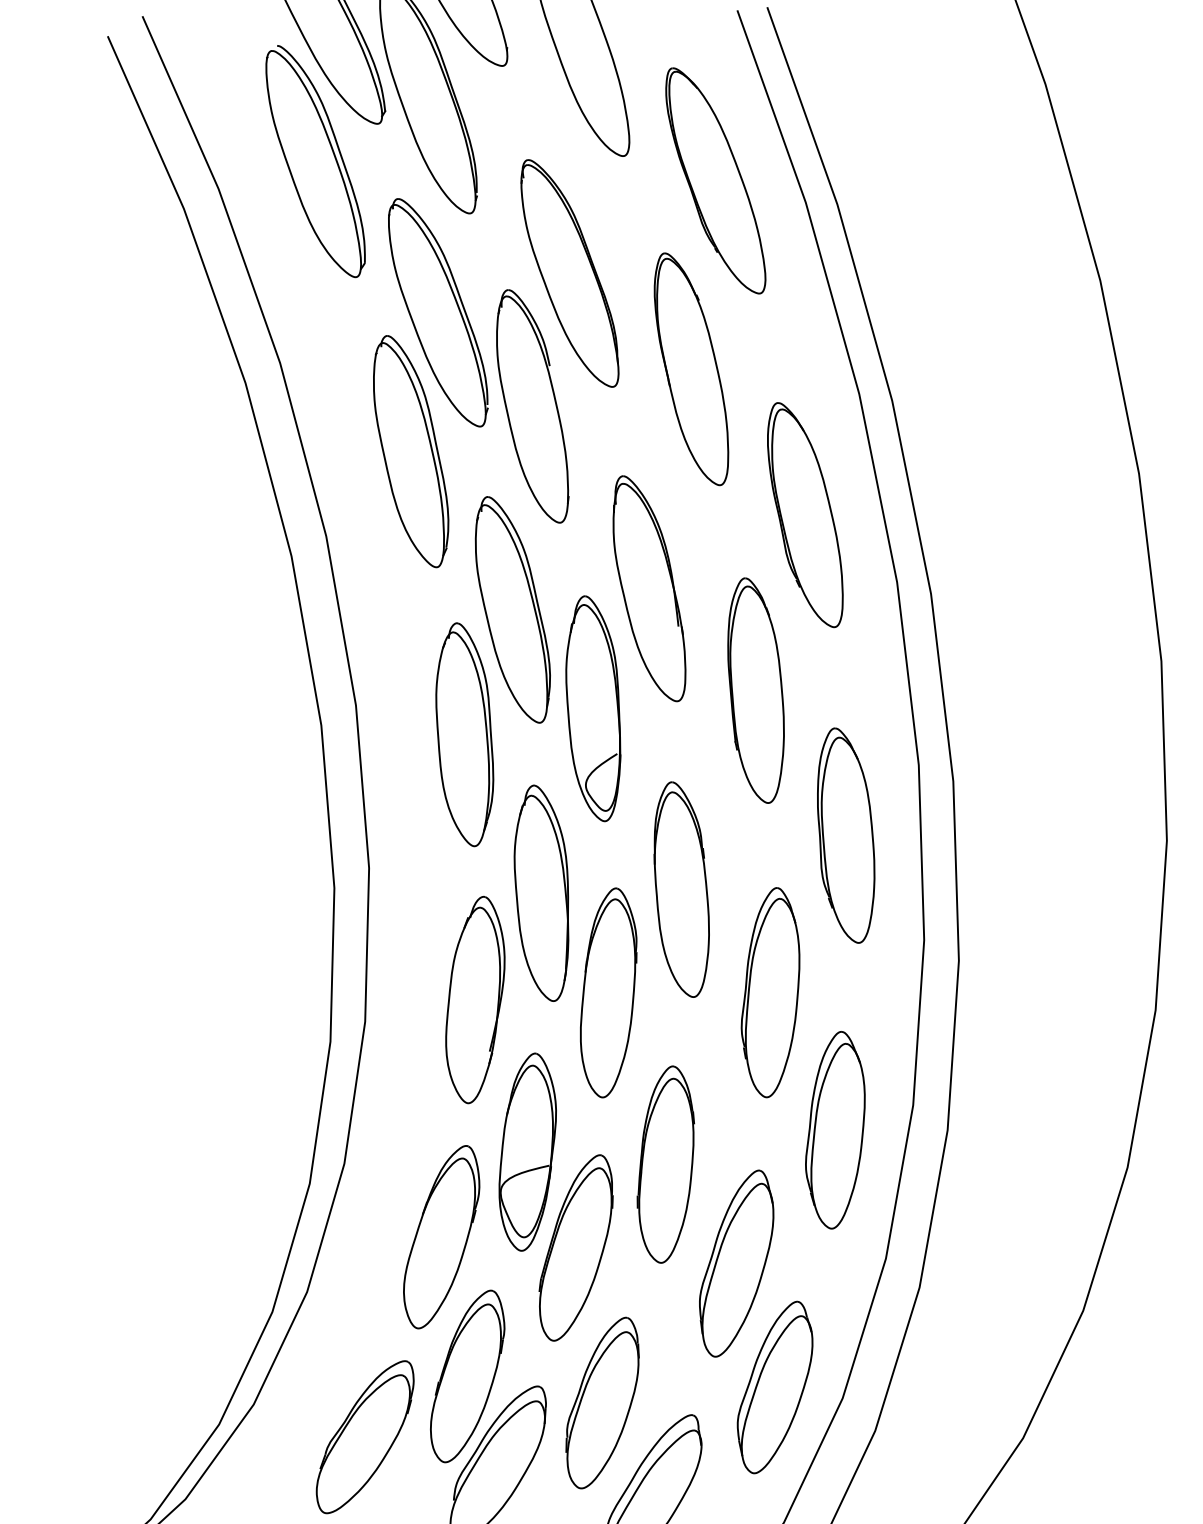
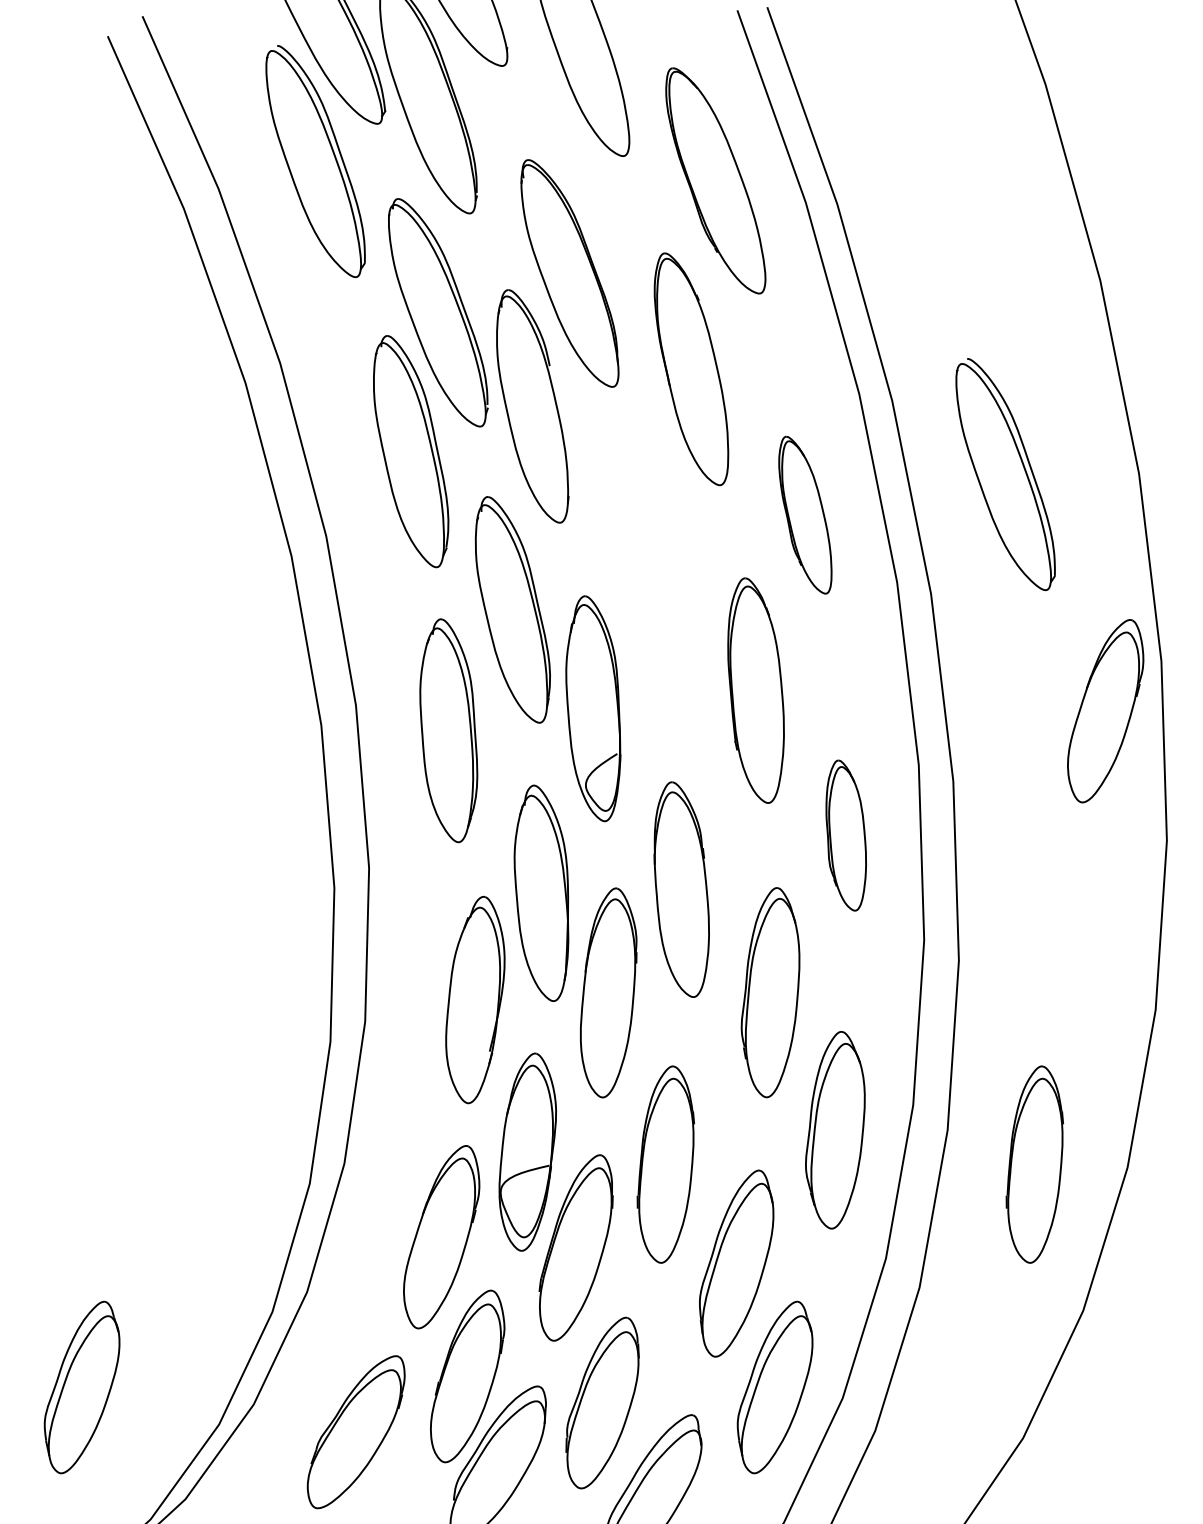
part at (1005, 474): none -> present
part at (805, 515) size: 77x227 px -> 55x160 px
part at (649, 588): present -> none
part at (1105, 711): none -> present
part at (464, 734) position: (464, 734) -> (448, 730)
part at (846, 835) size: 59x217 px -> 42x153 px
part at (1034, 1164): none -> present
part at (81, 1387): none -> present
part at (364, 1437) position: (364, 1437) -> (355, 1432)
